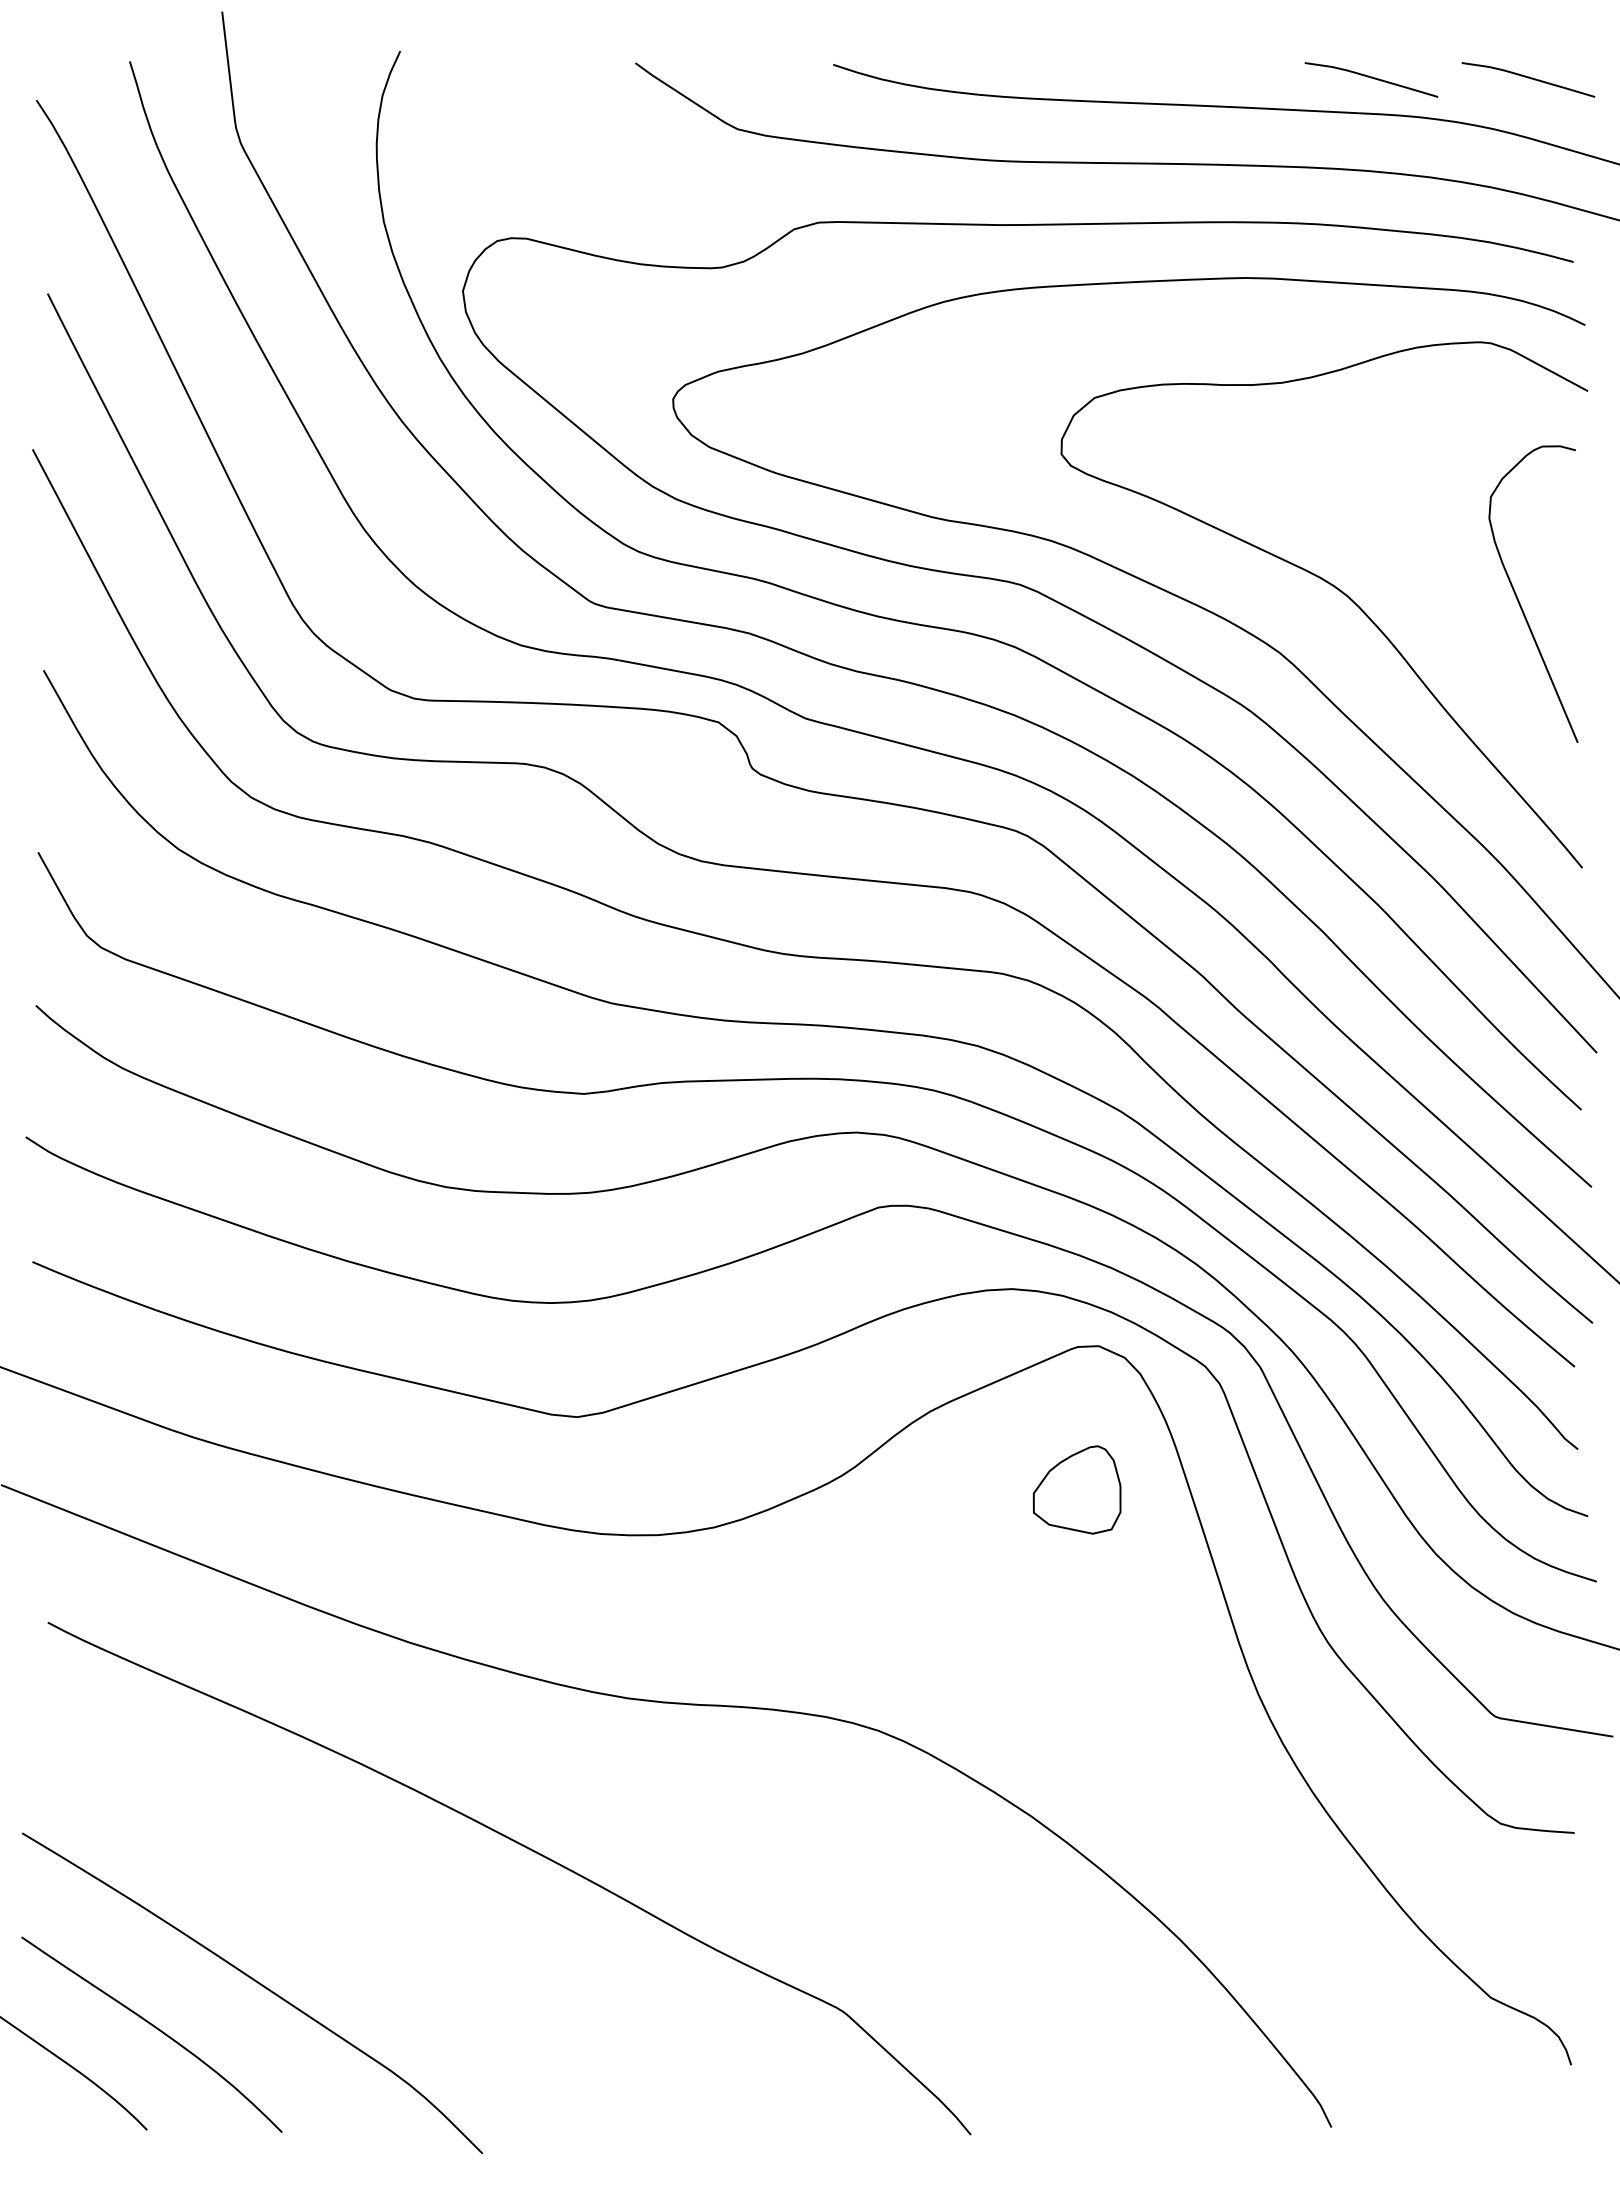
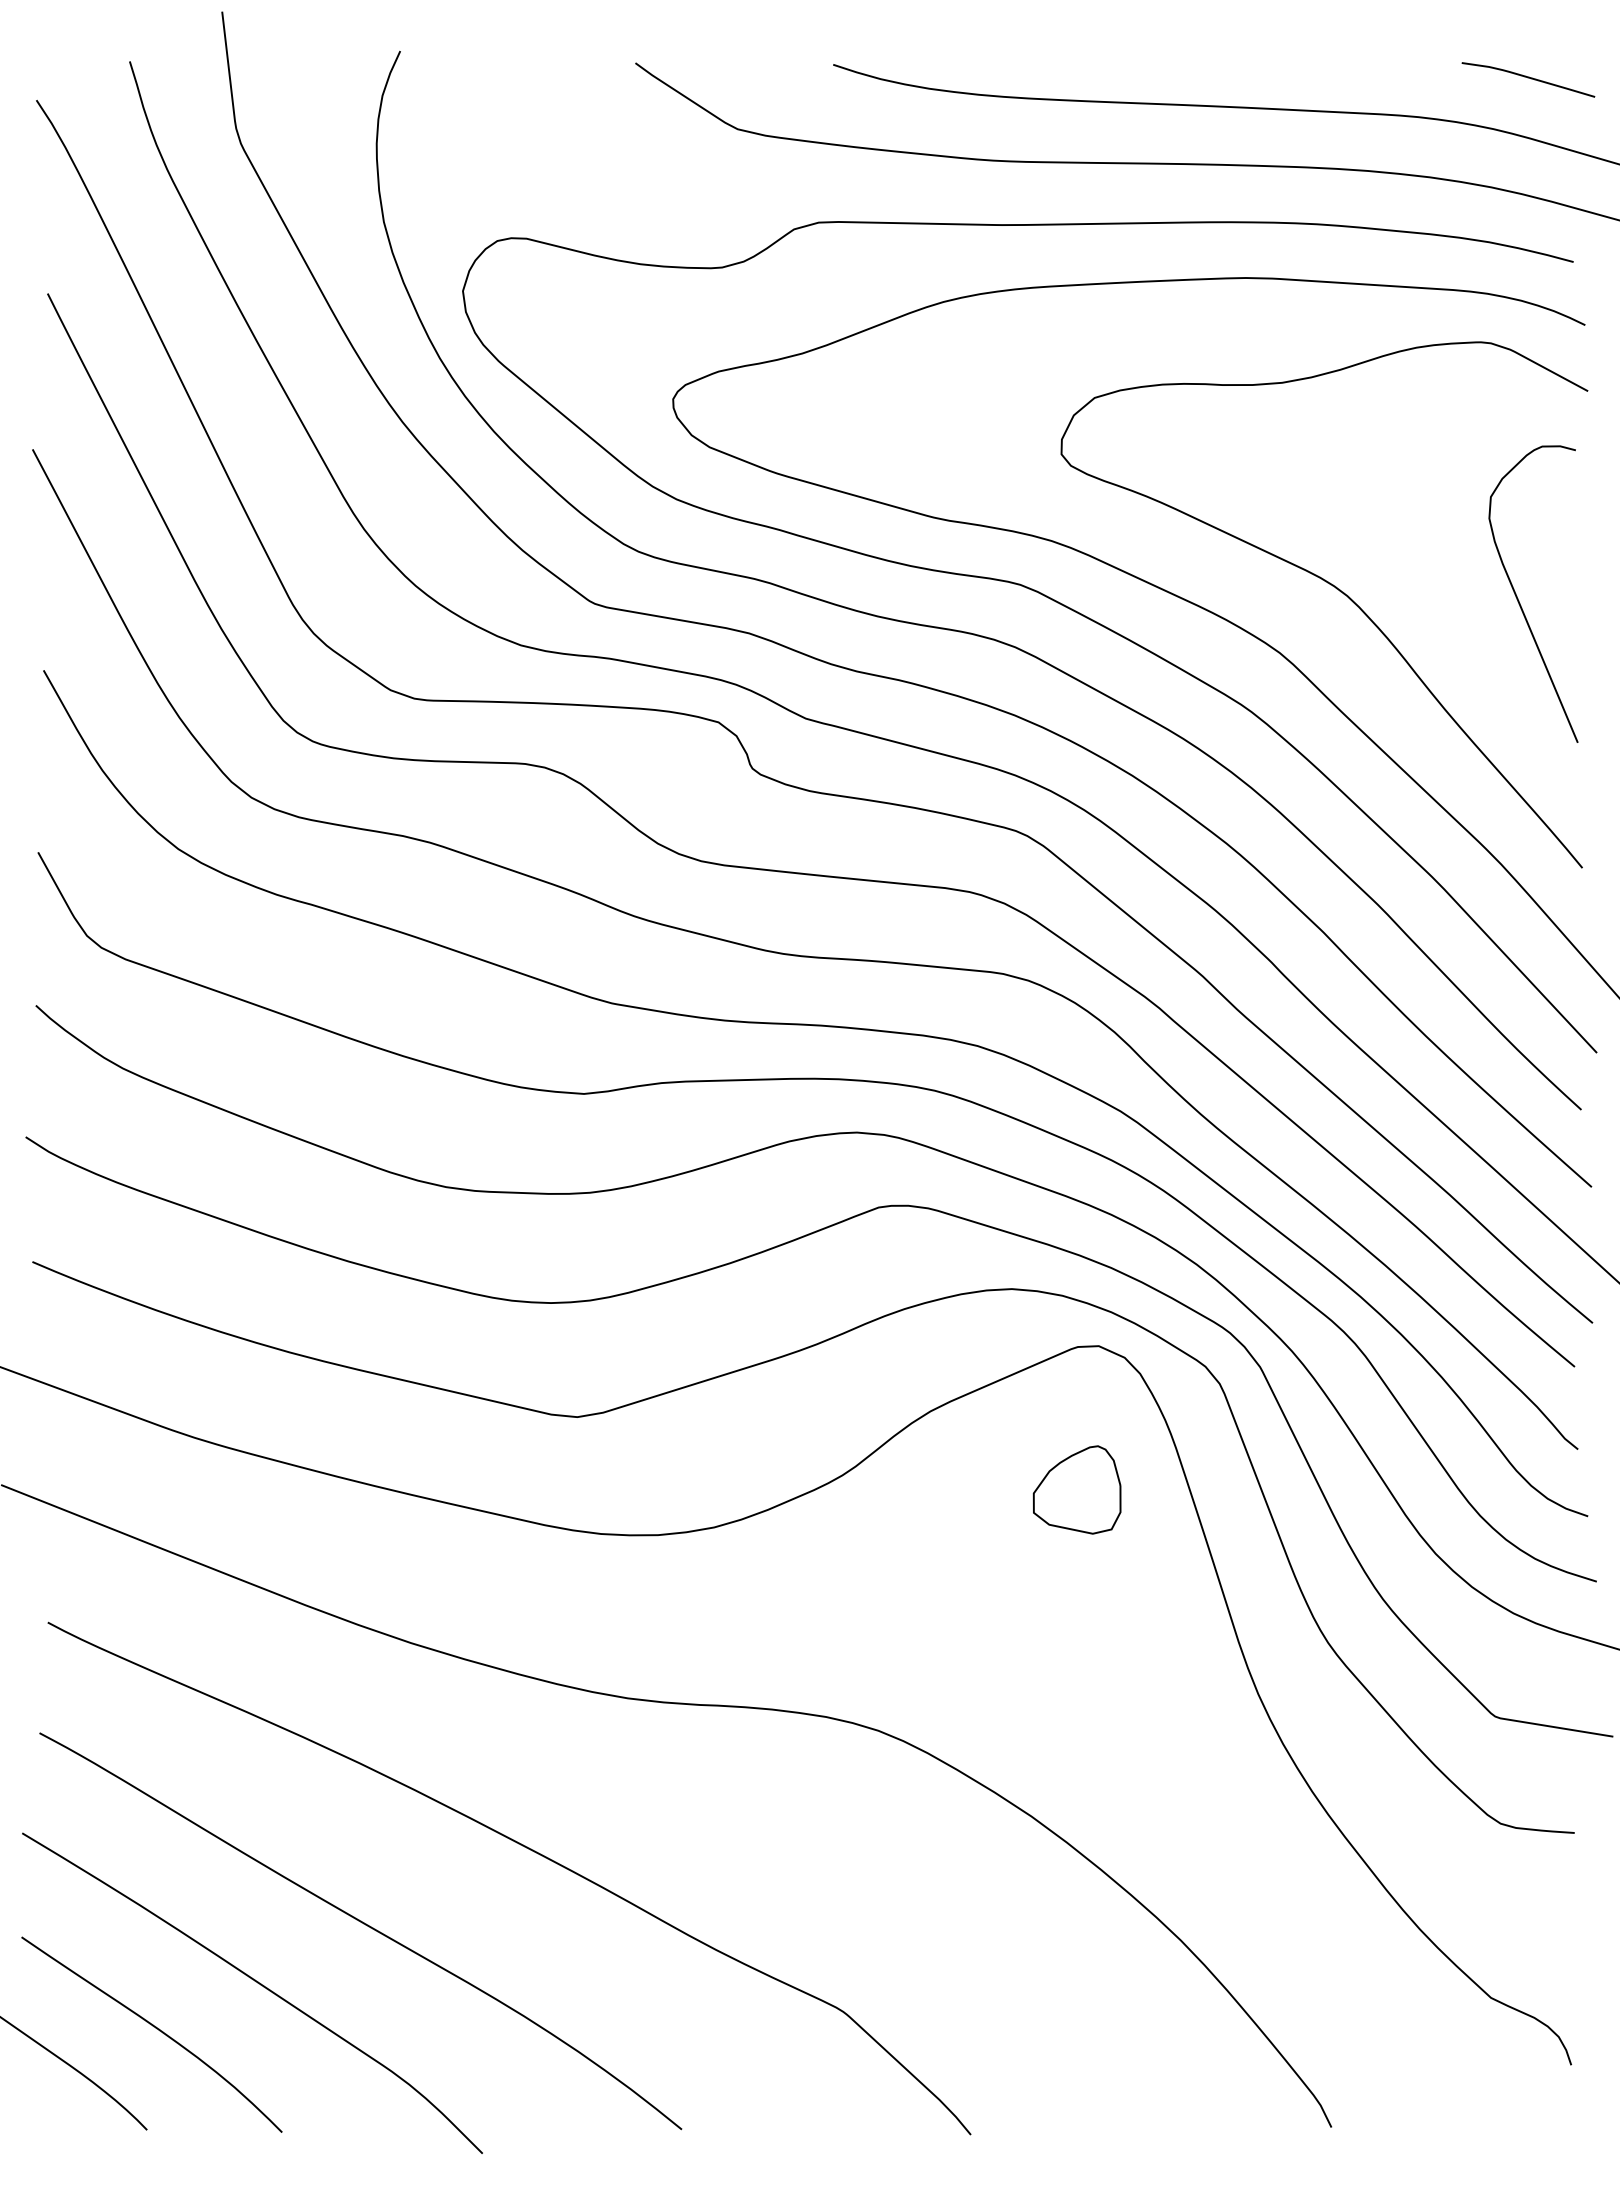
curve at (1371, 78): present -> none
curve at (363, 1924): none -> present
